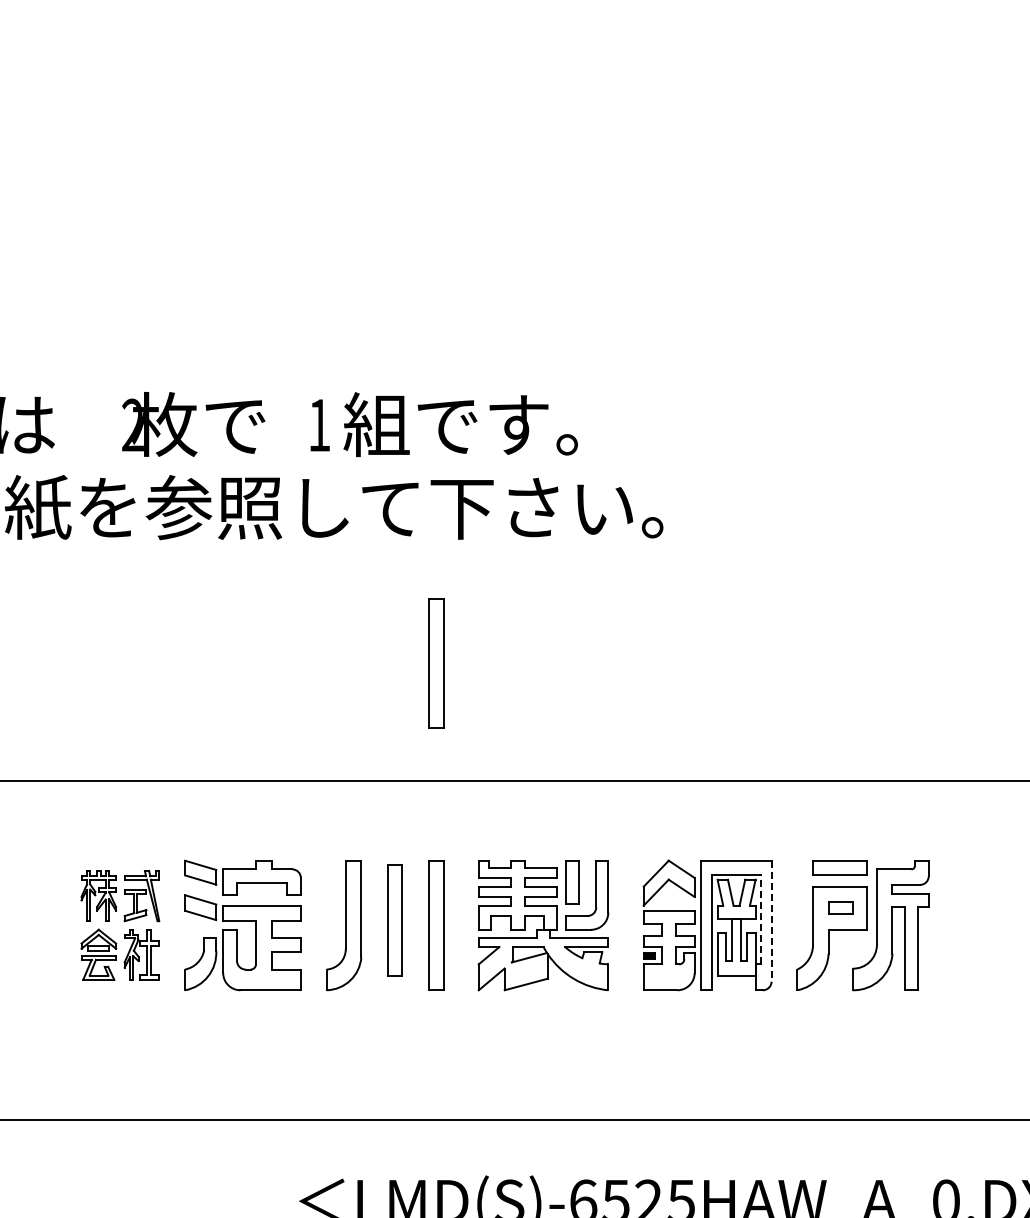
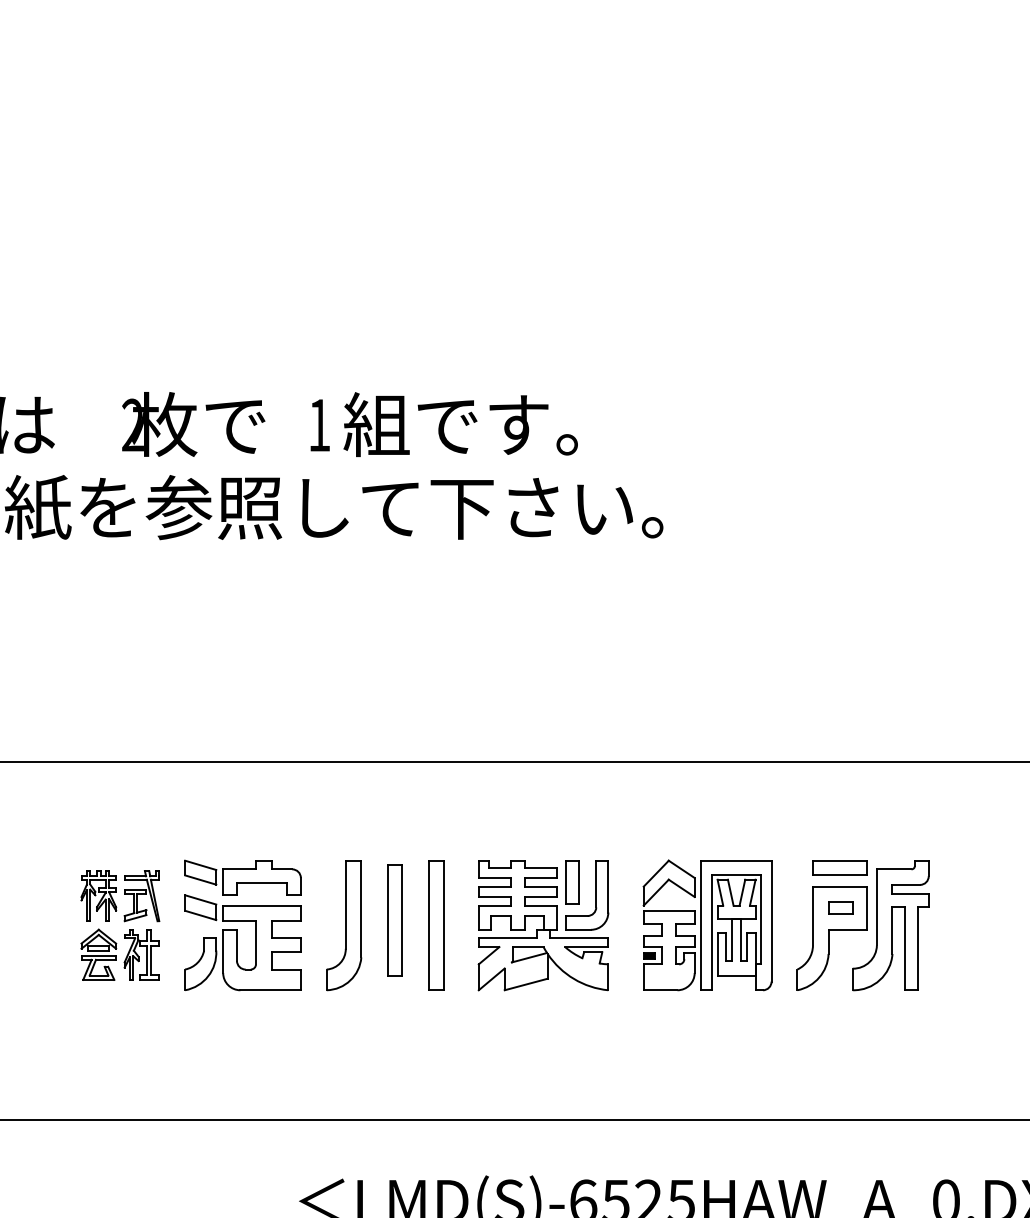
part at (436, 663): present -> none
line at (514, 781) position: (514, 781) -> (514, 762)
line at (761, 919): dashed -> solid
line at (771, 921): dashed -> solid
